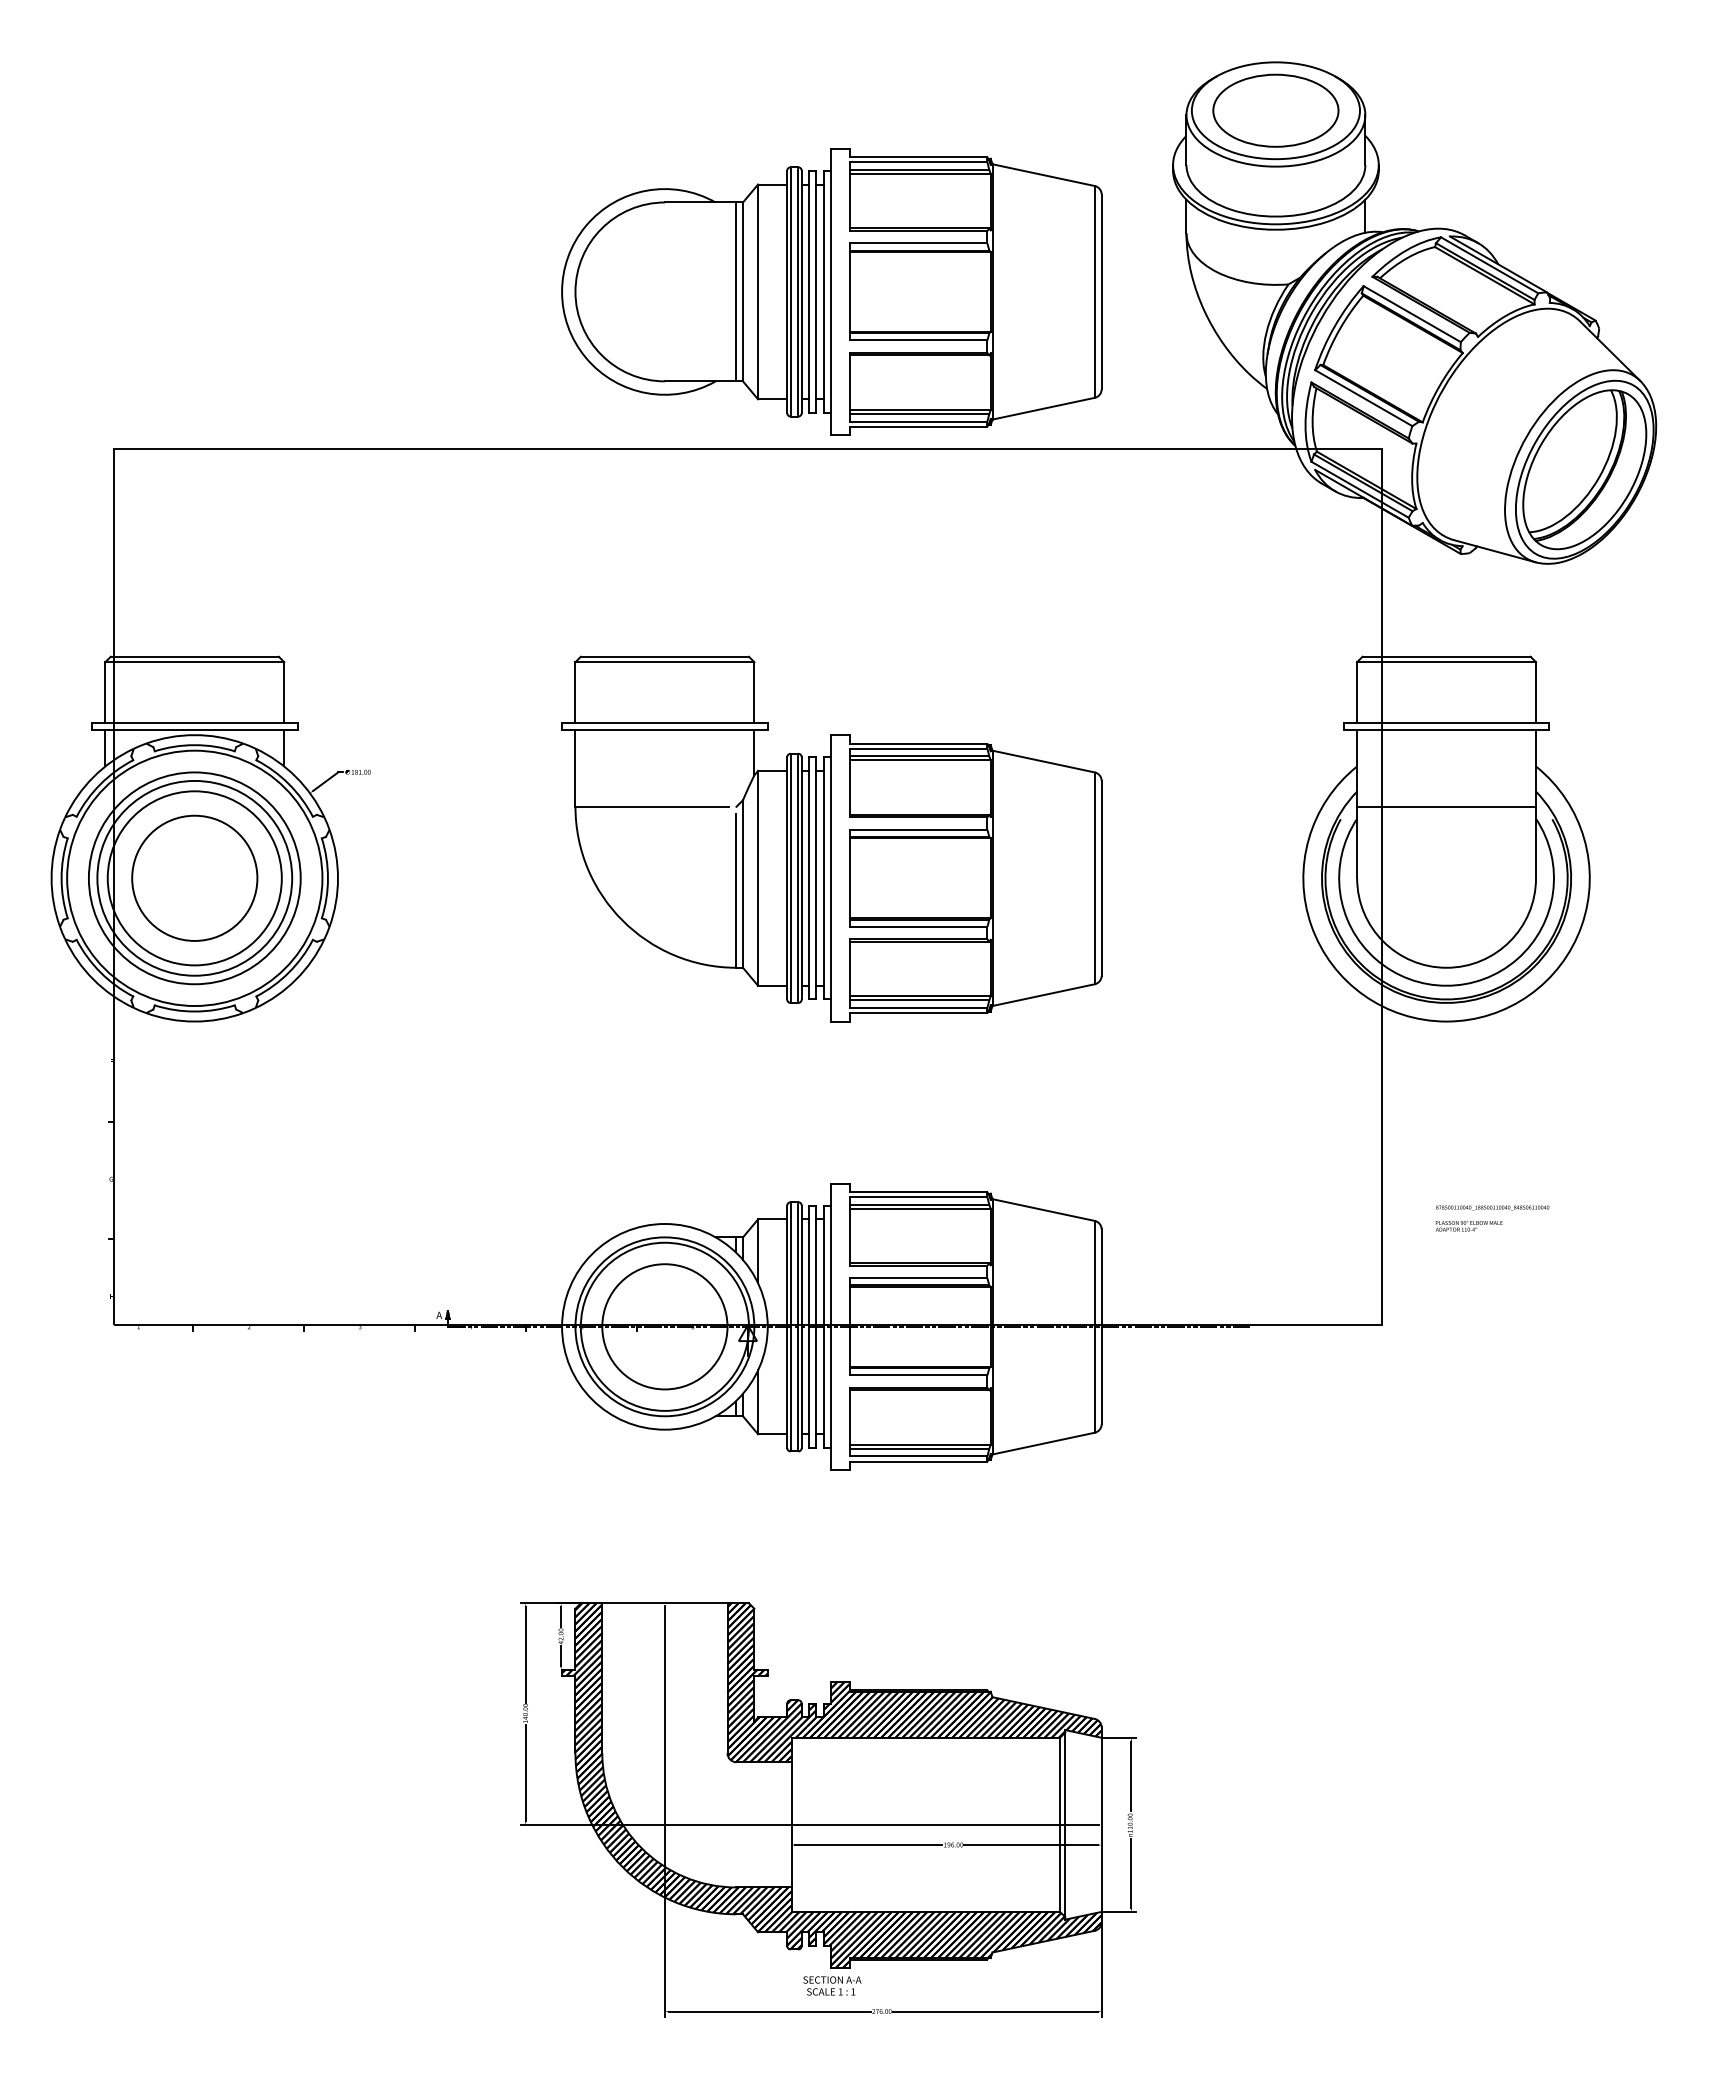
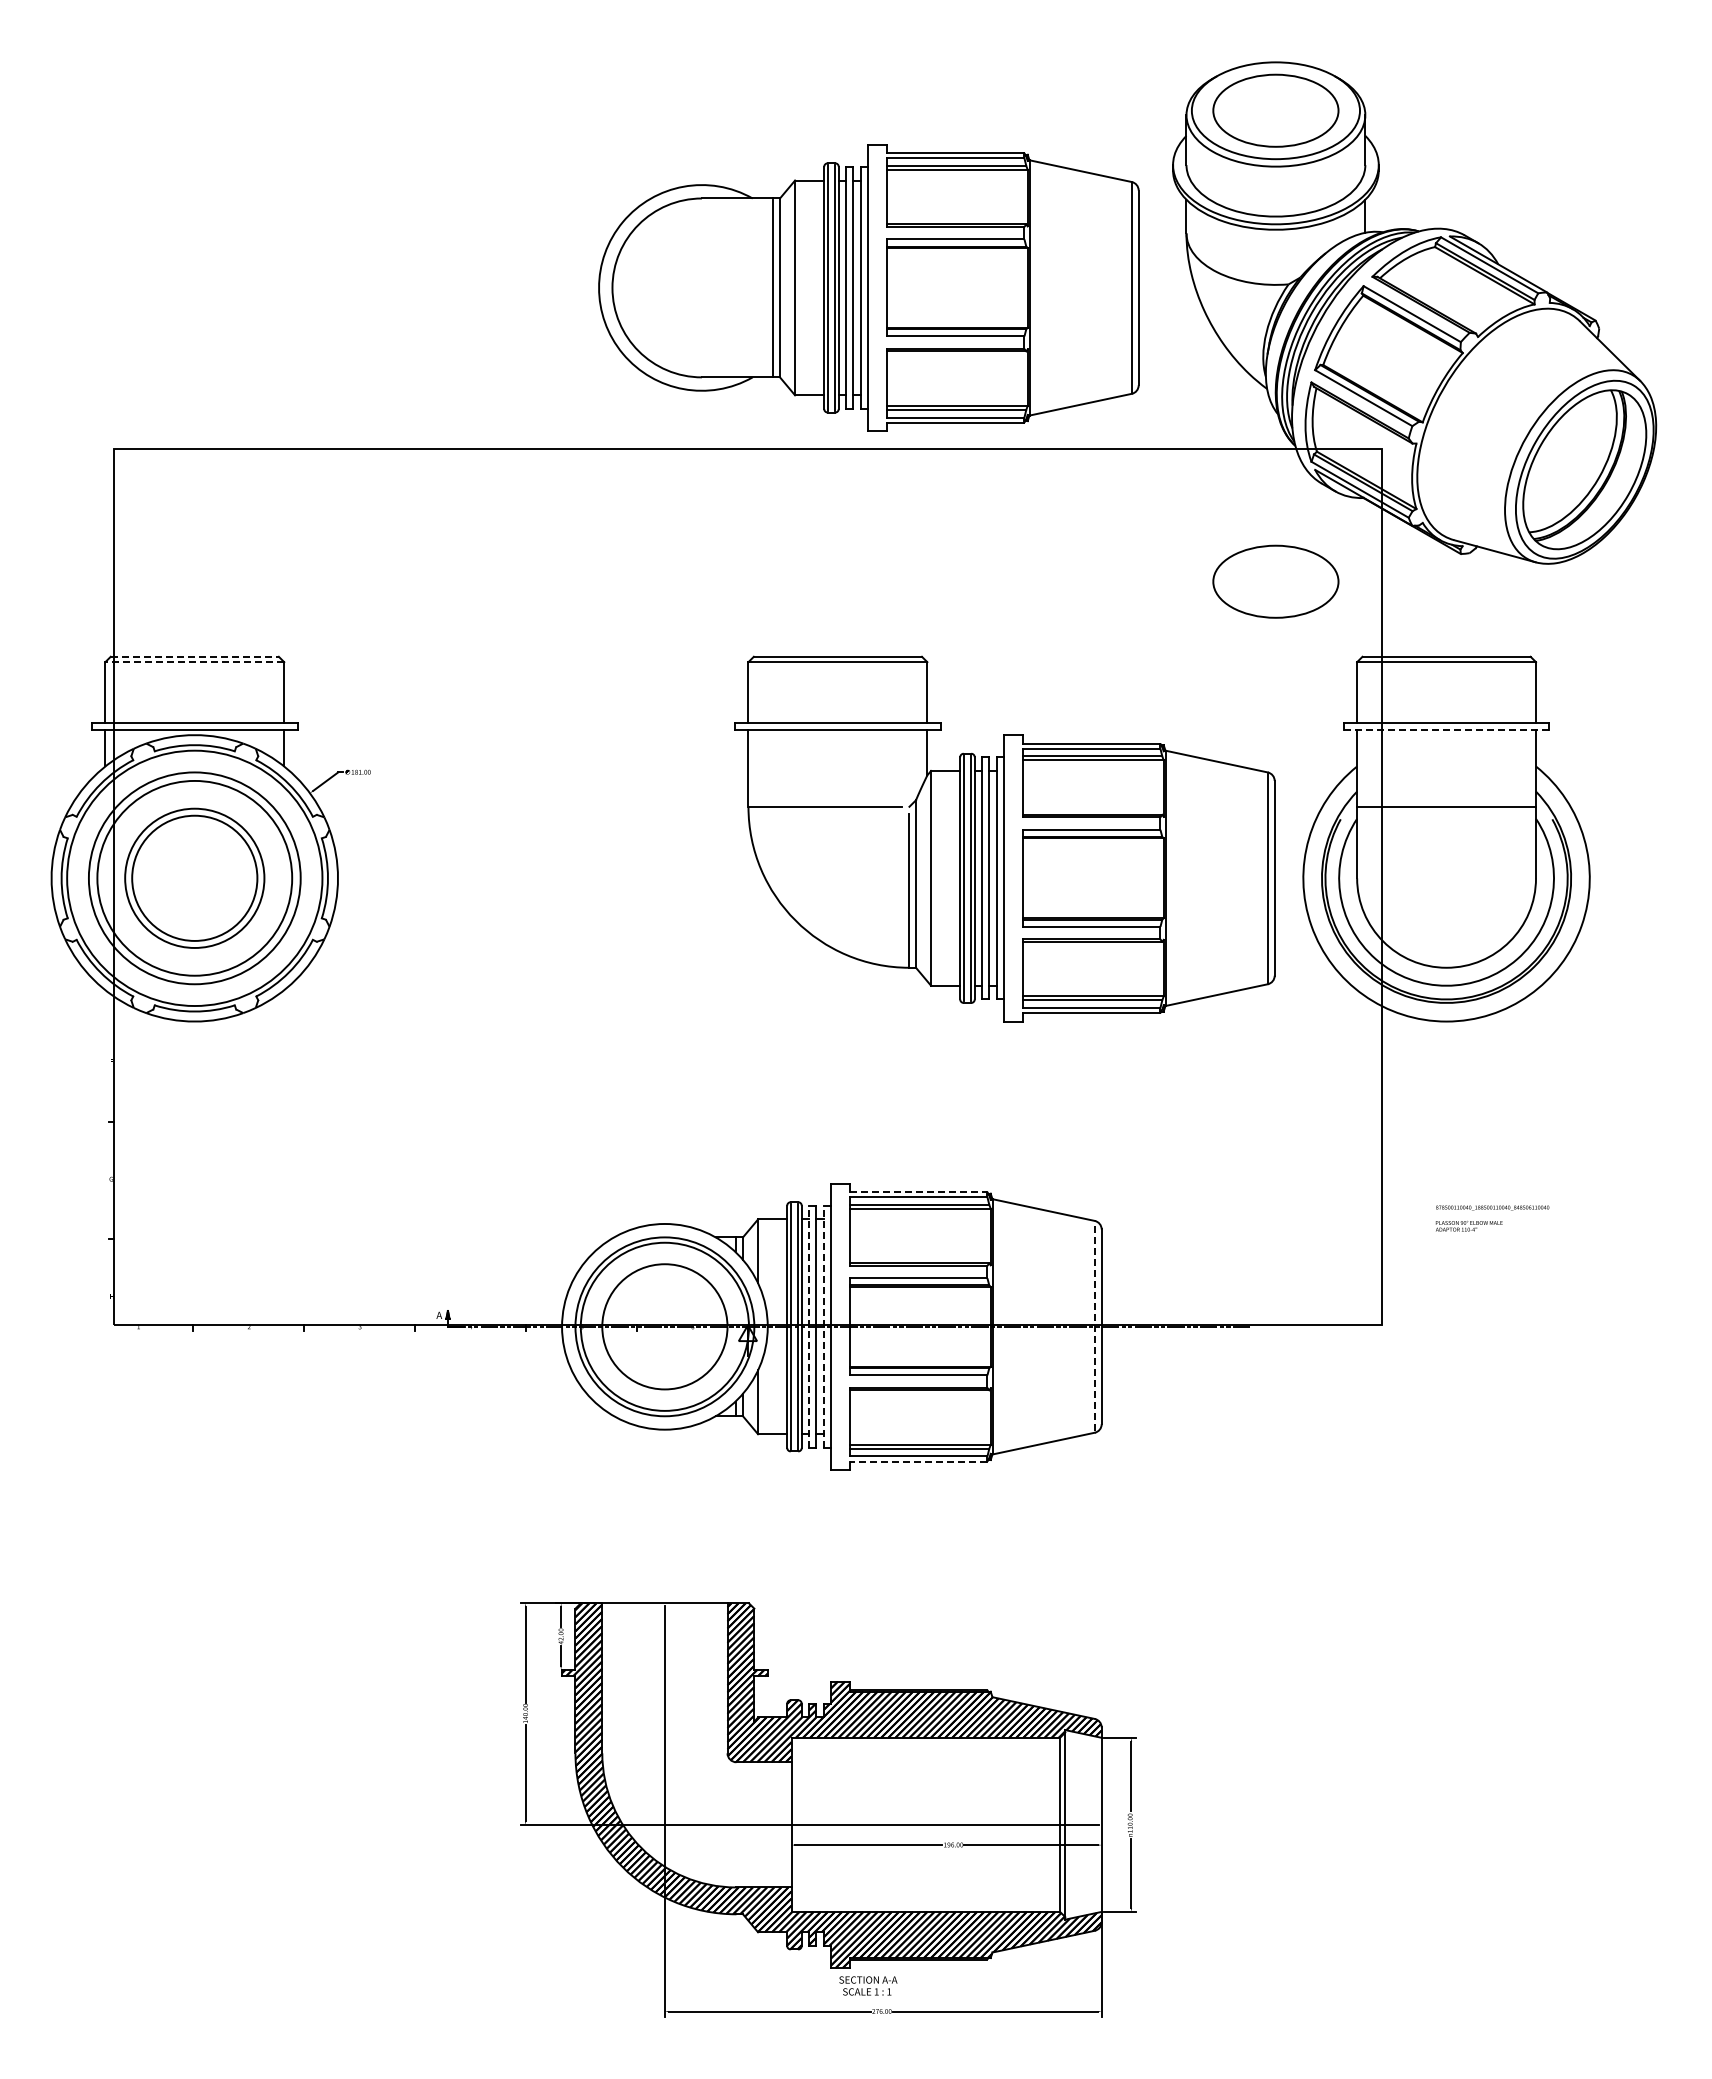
part at (831, 291) position: (831, 291) -> (868, 287)
part at (1275, 581): none -> present
line at (195, 656): solid -> dashed
line at (194, 662): solid -> dashed
line at (1446, 729): solid -> dashed
part at (831, 838) position: (831, 838) -> (1004, 838)
circle at (194, 878) diameter: 174 px -> 139 px
line at (918, 1192): solid -> dashed
line at (809, 1326): solid -> dashed
line at (823, 1326): solid -> dashed
line at (1094, 1326): solid -> dashed
line at (918, 1461): solid -> dashed
text at (832, 1985) position: (832, 1985) -> (868, 1985)
